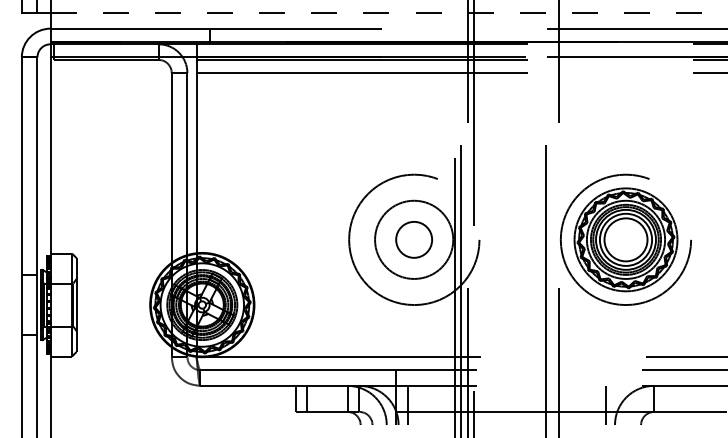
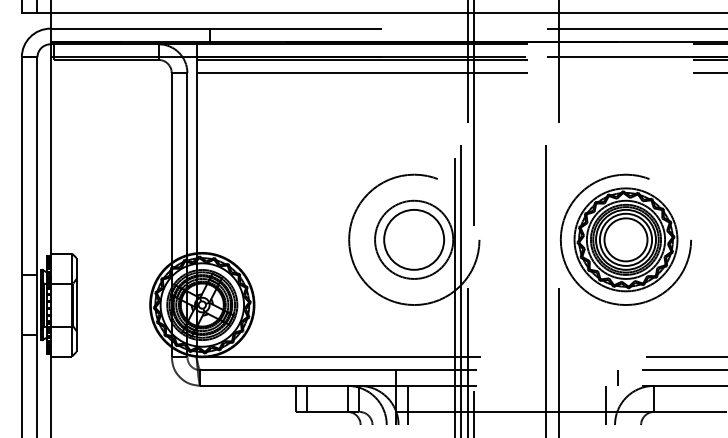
line at (389, 13): dashed -> solid
circle at (414, 239) diameter: 36 px -> 60 px
line at (617, 377): none -> present
